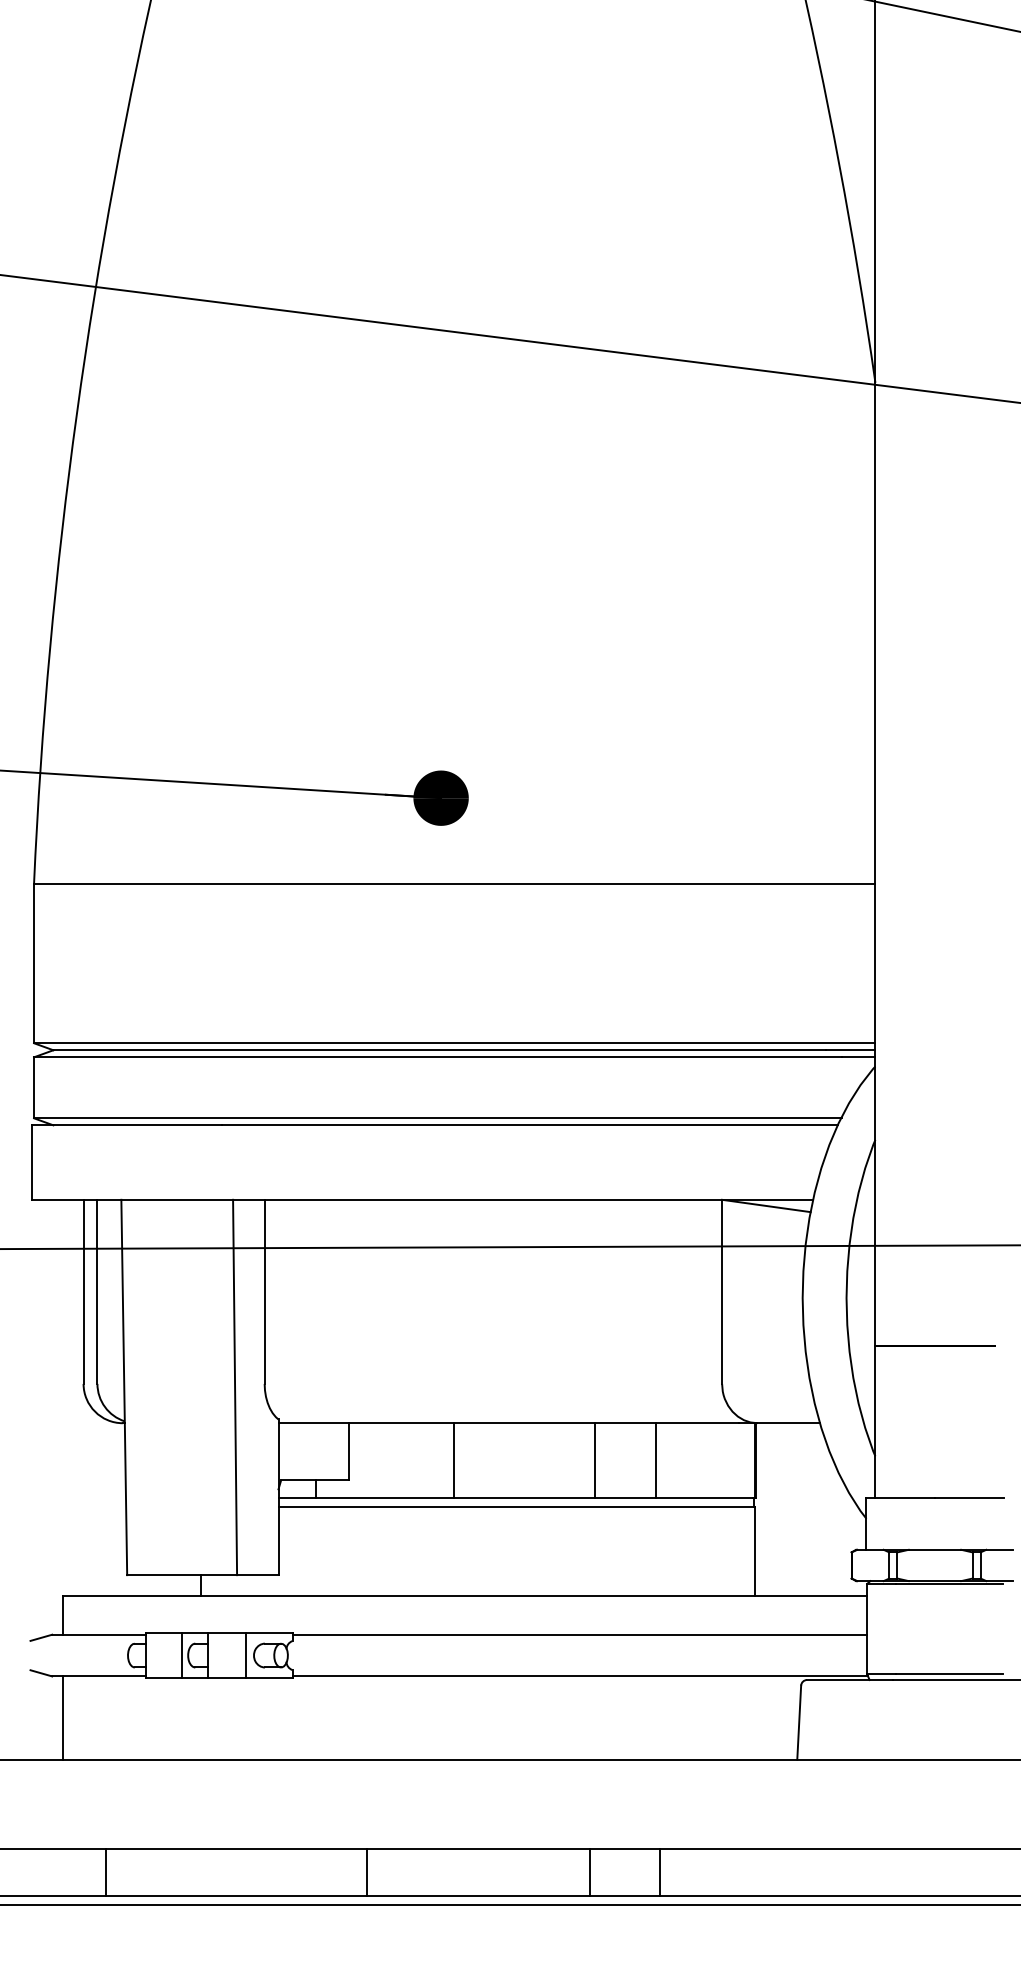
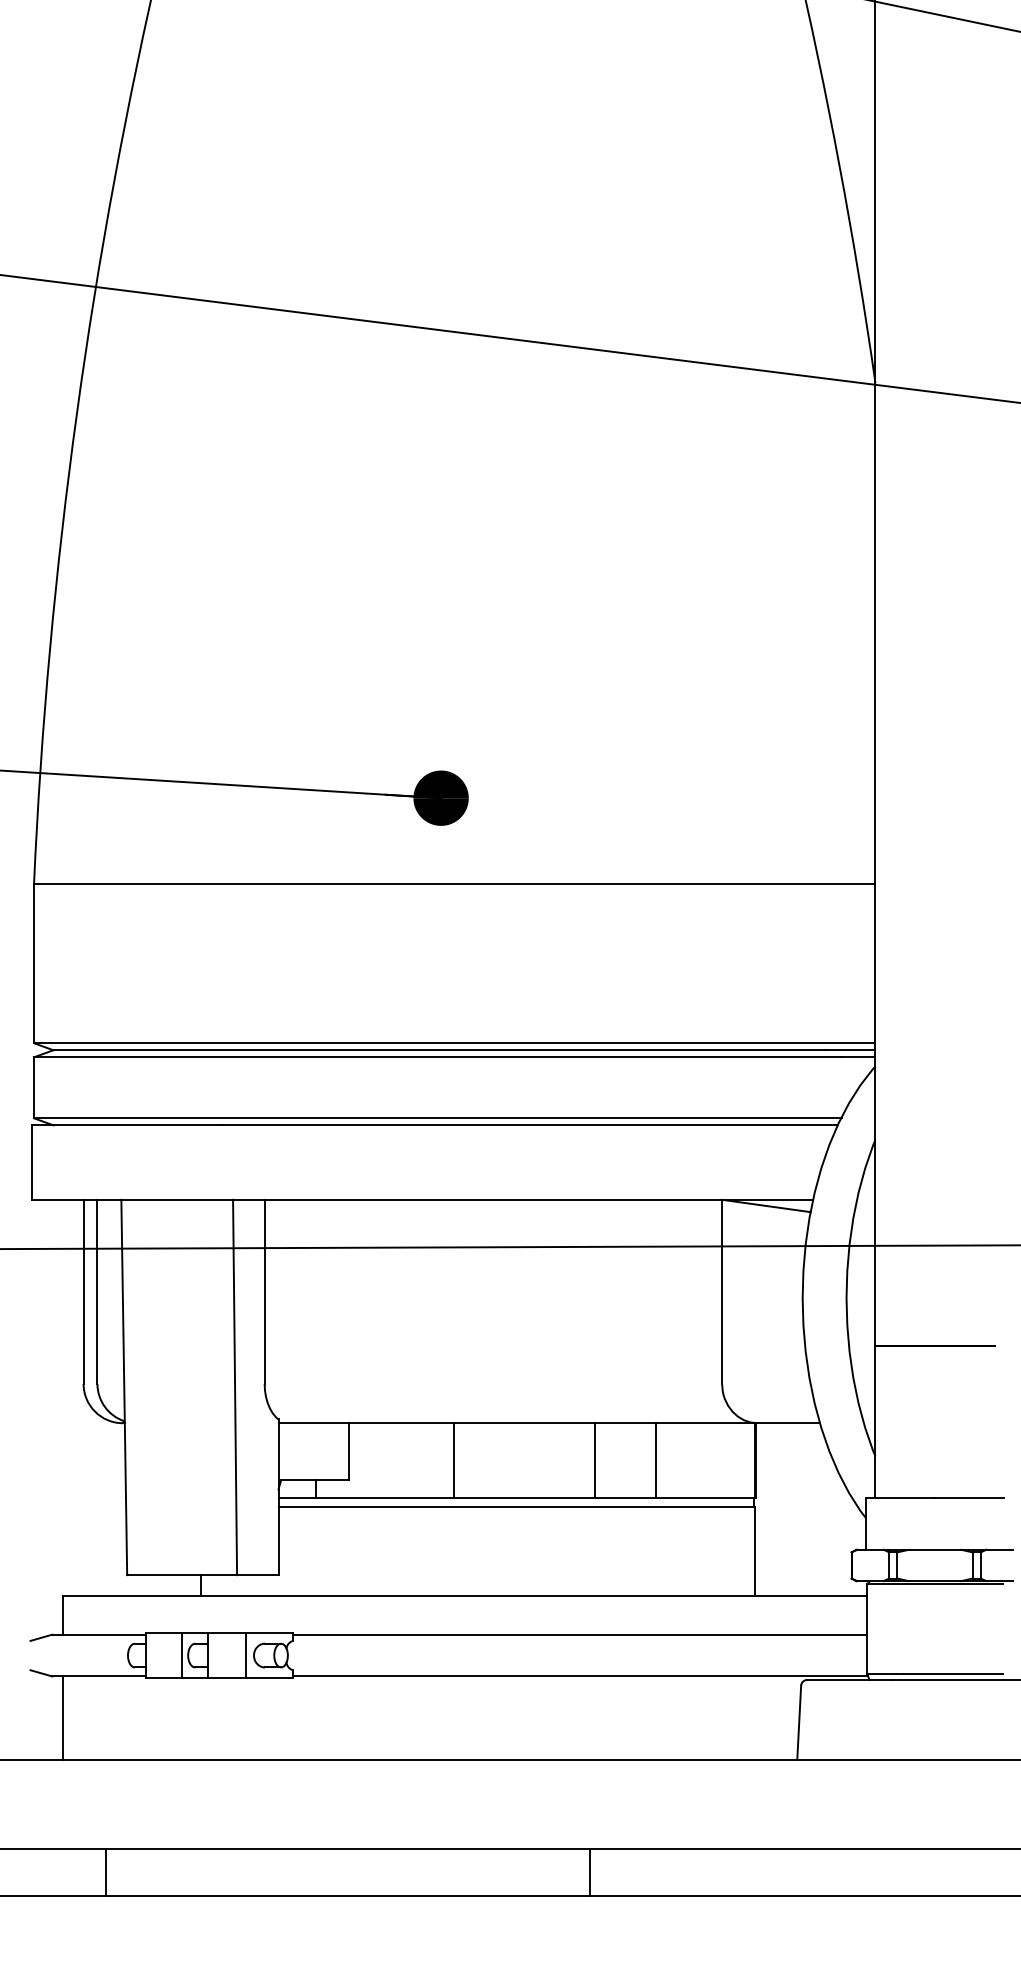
line at (366, 1872): present -> none
line at (659, 1872): present -> none
line at (509, 1905): present -> none
